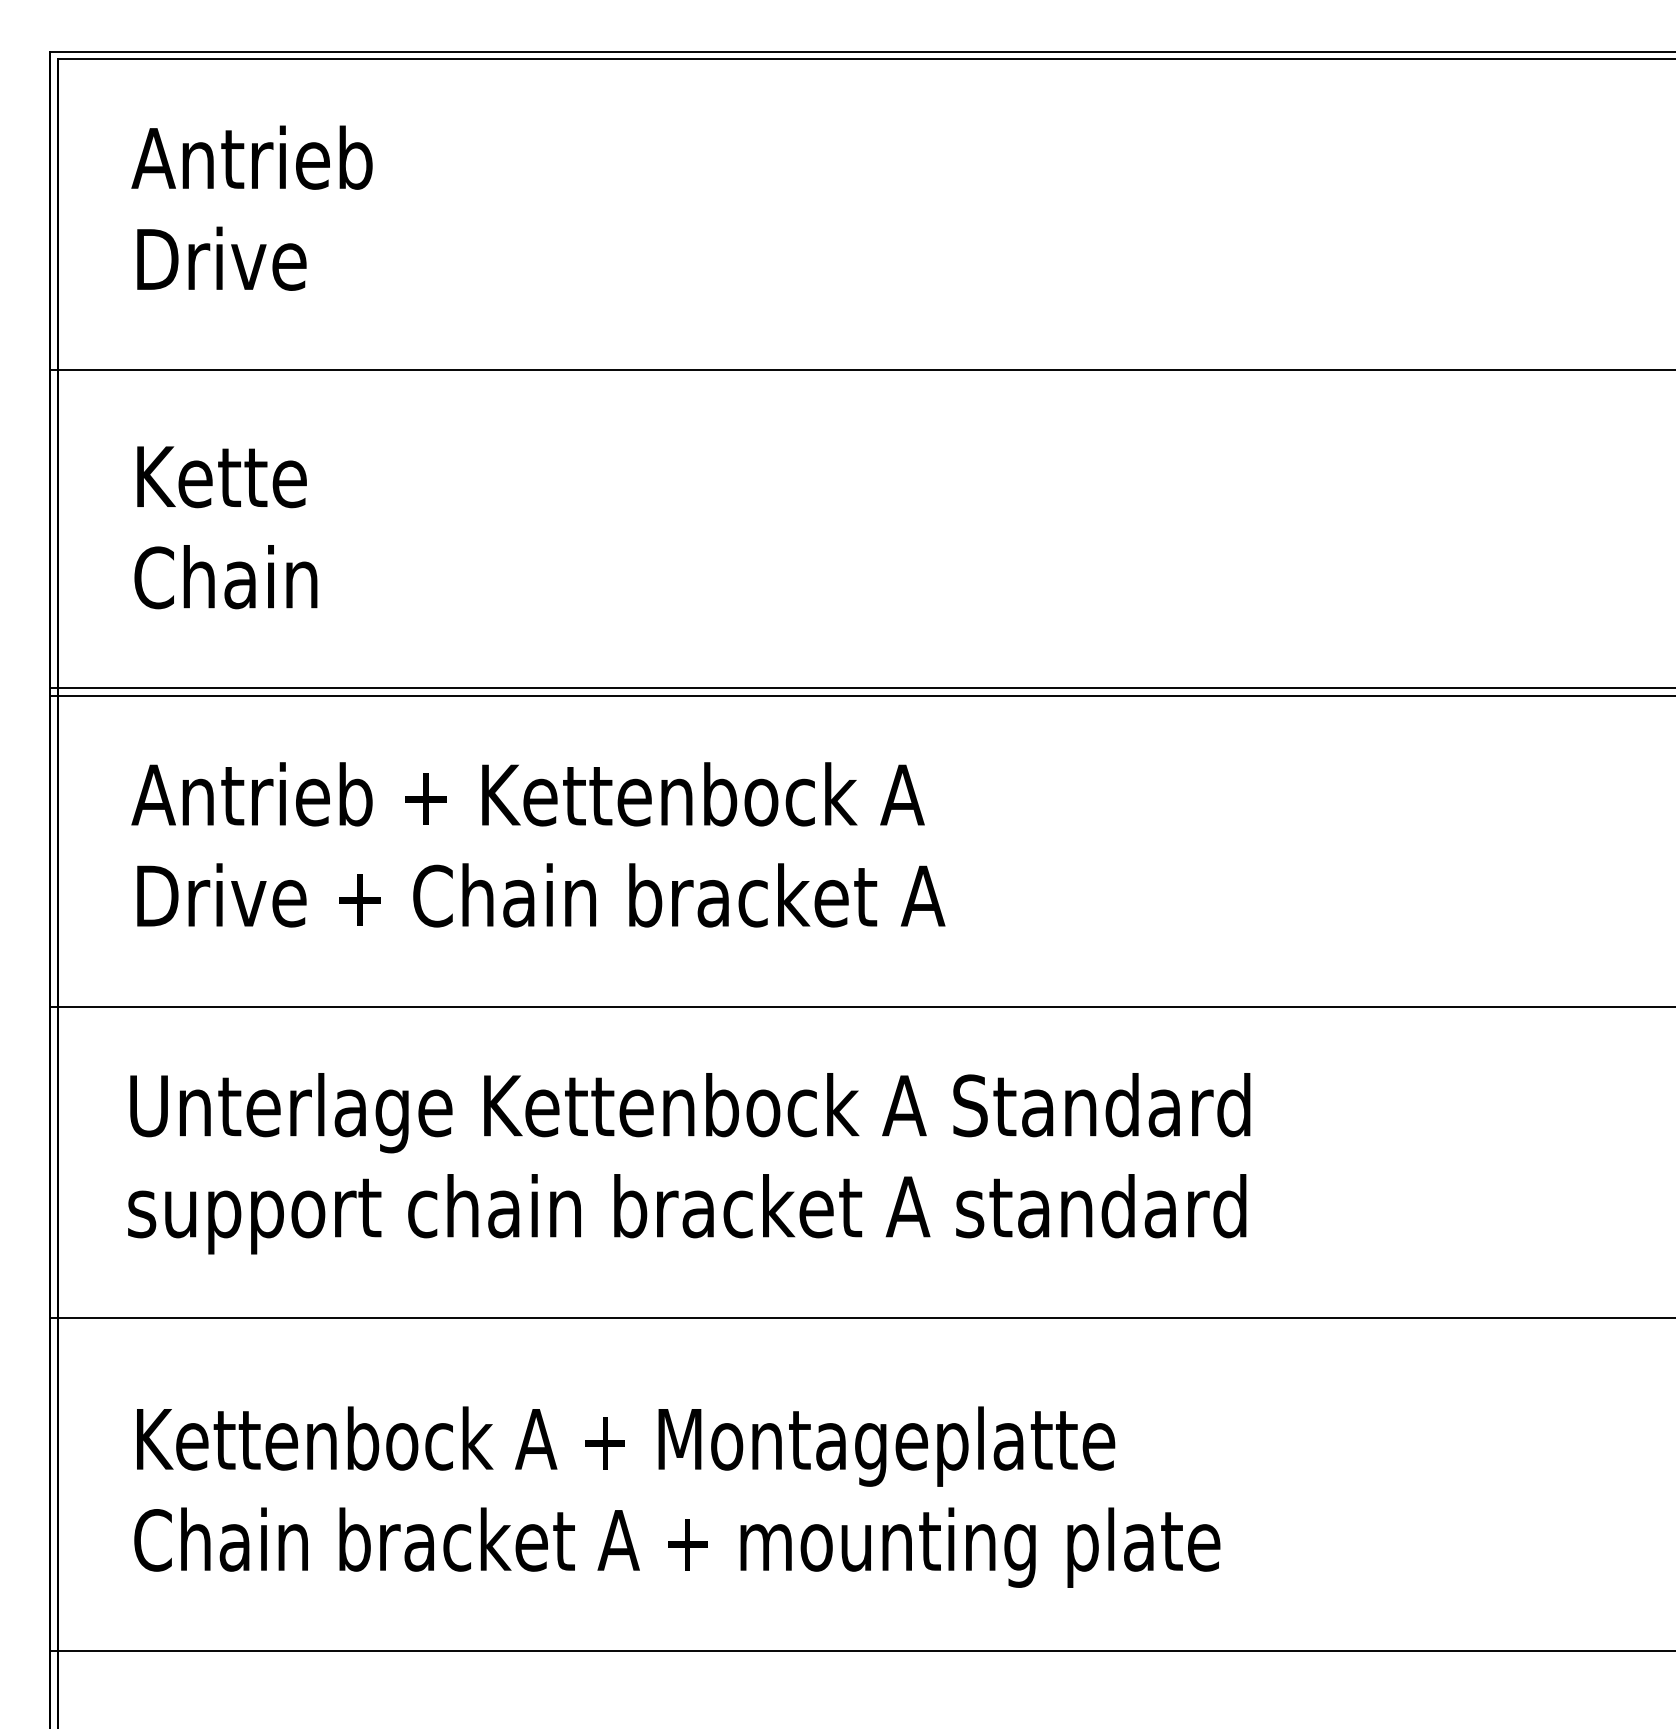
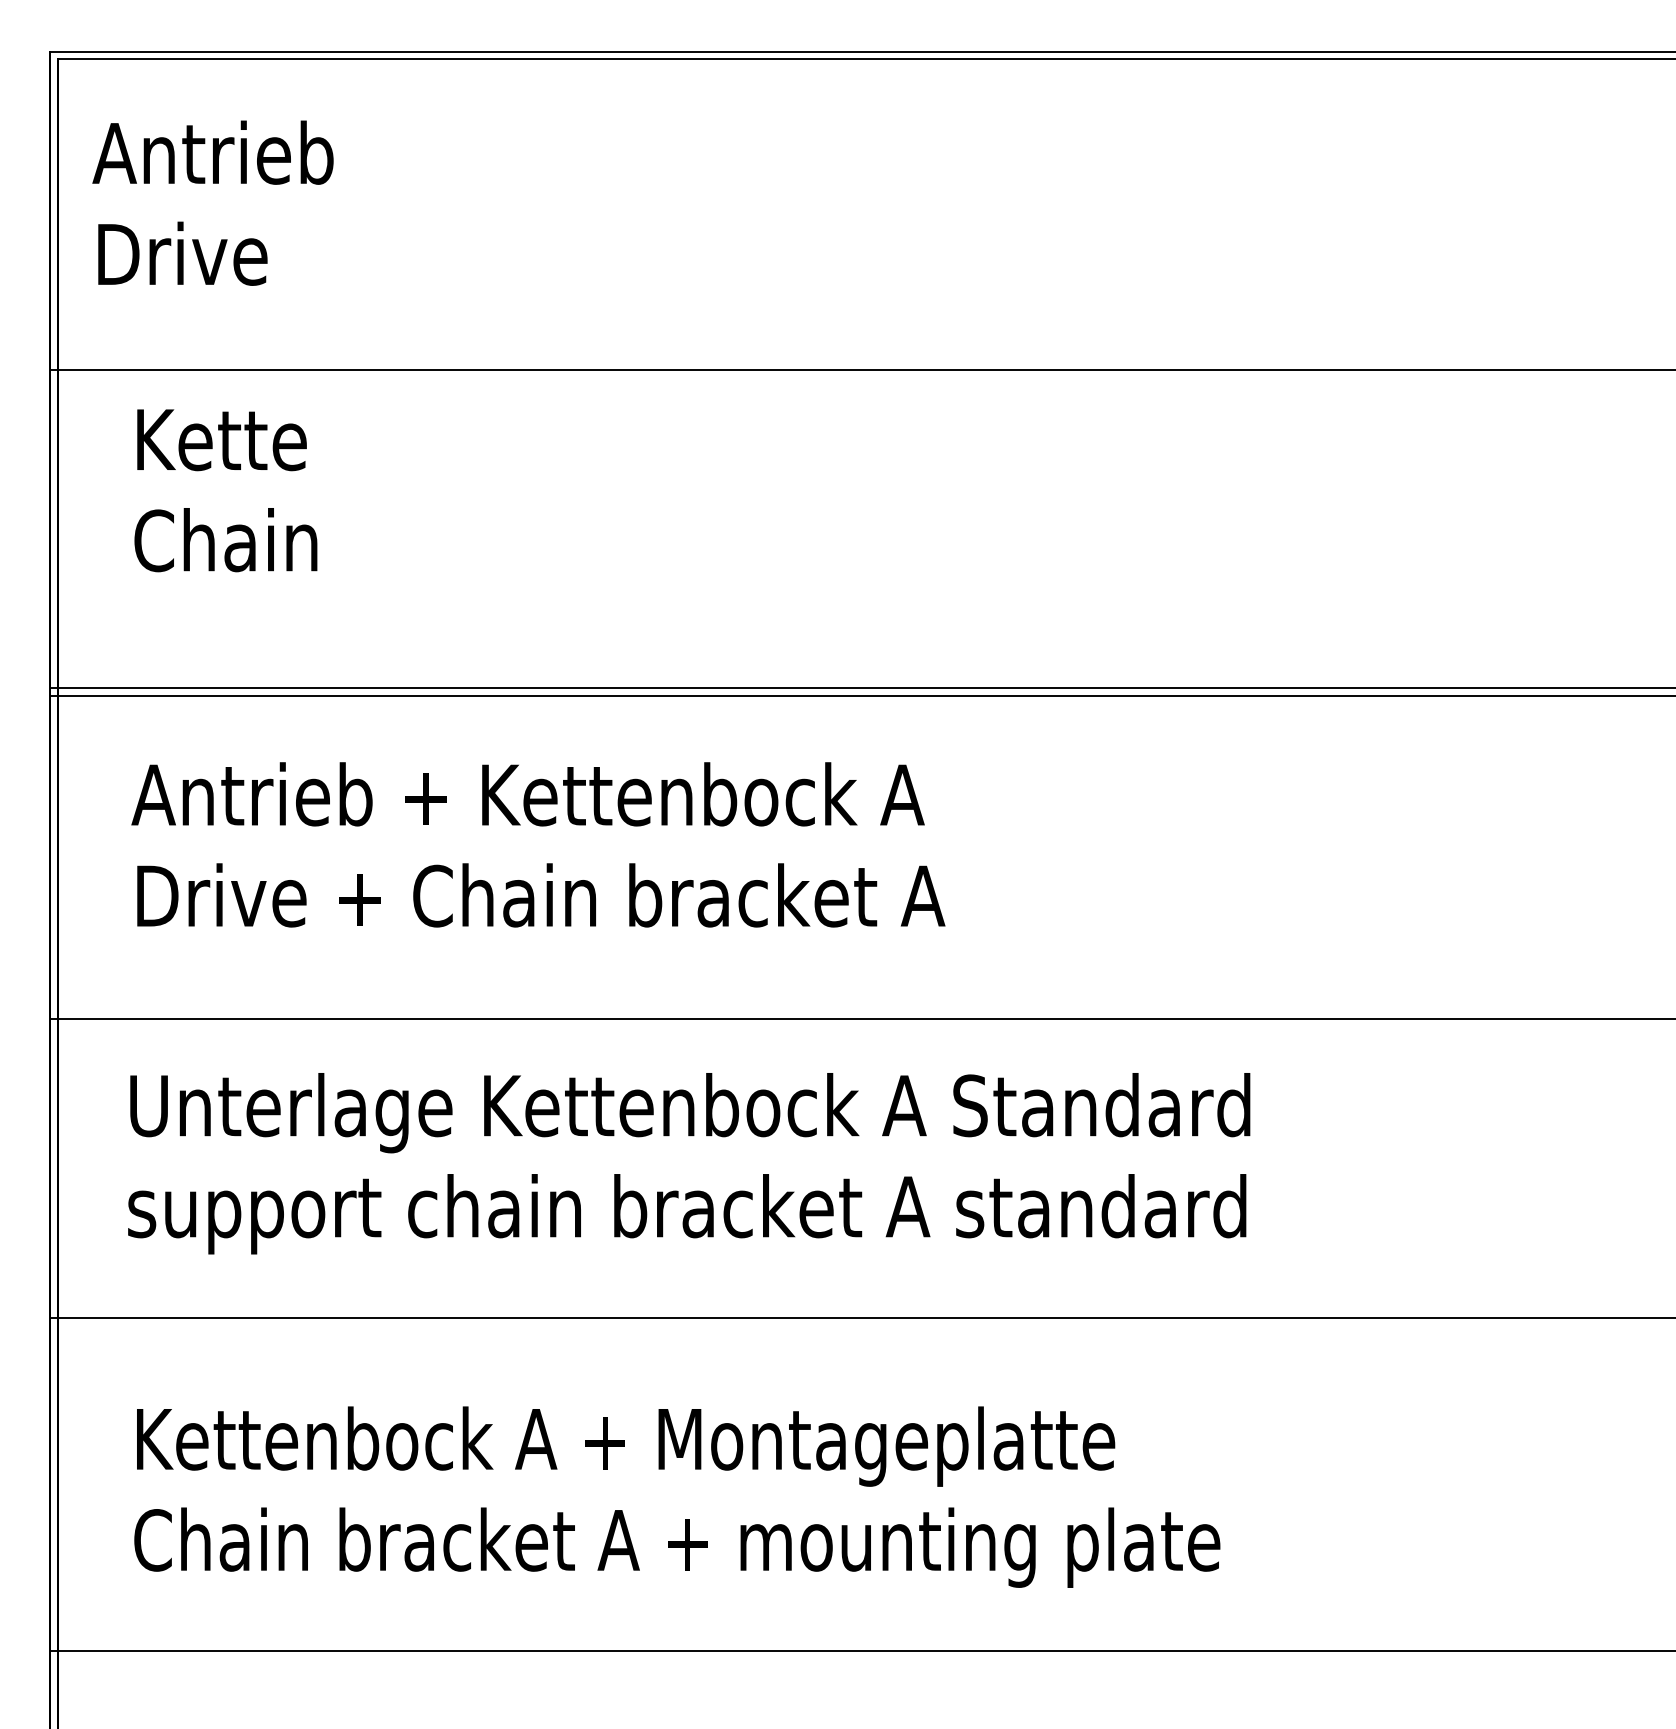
text at (251, 207) position: (251, 207) -> (212, 202)
text at (225, 527) position: (225, 527) -> (225, 490)
line at (861, 1006) position: (861, 1006) -> (861, 1018)
